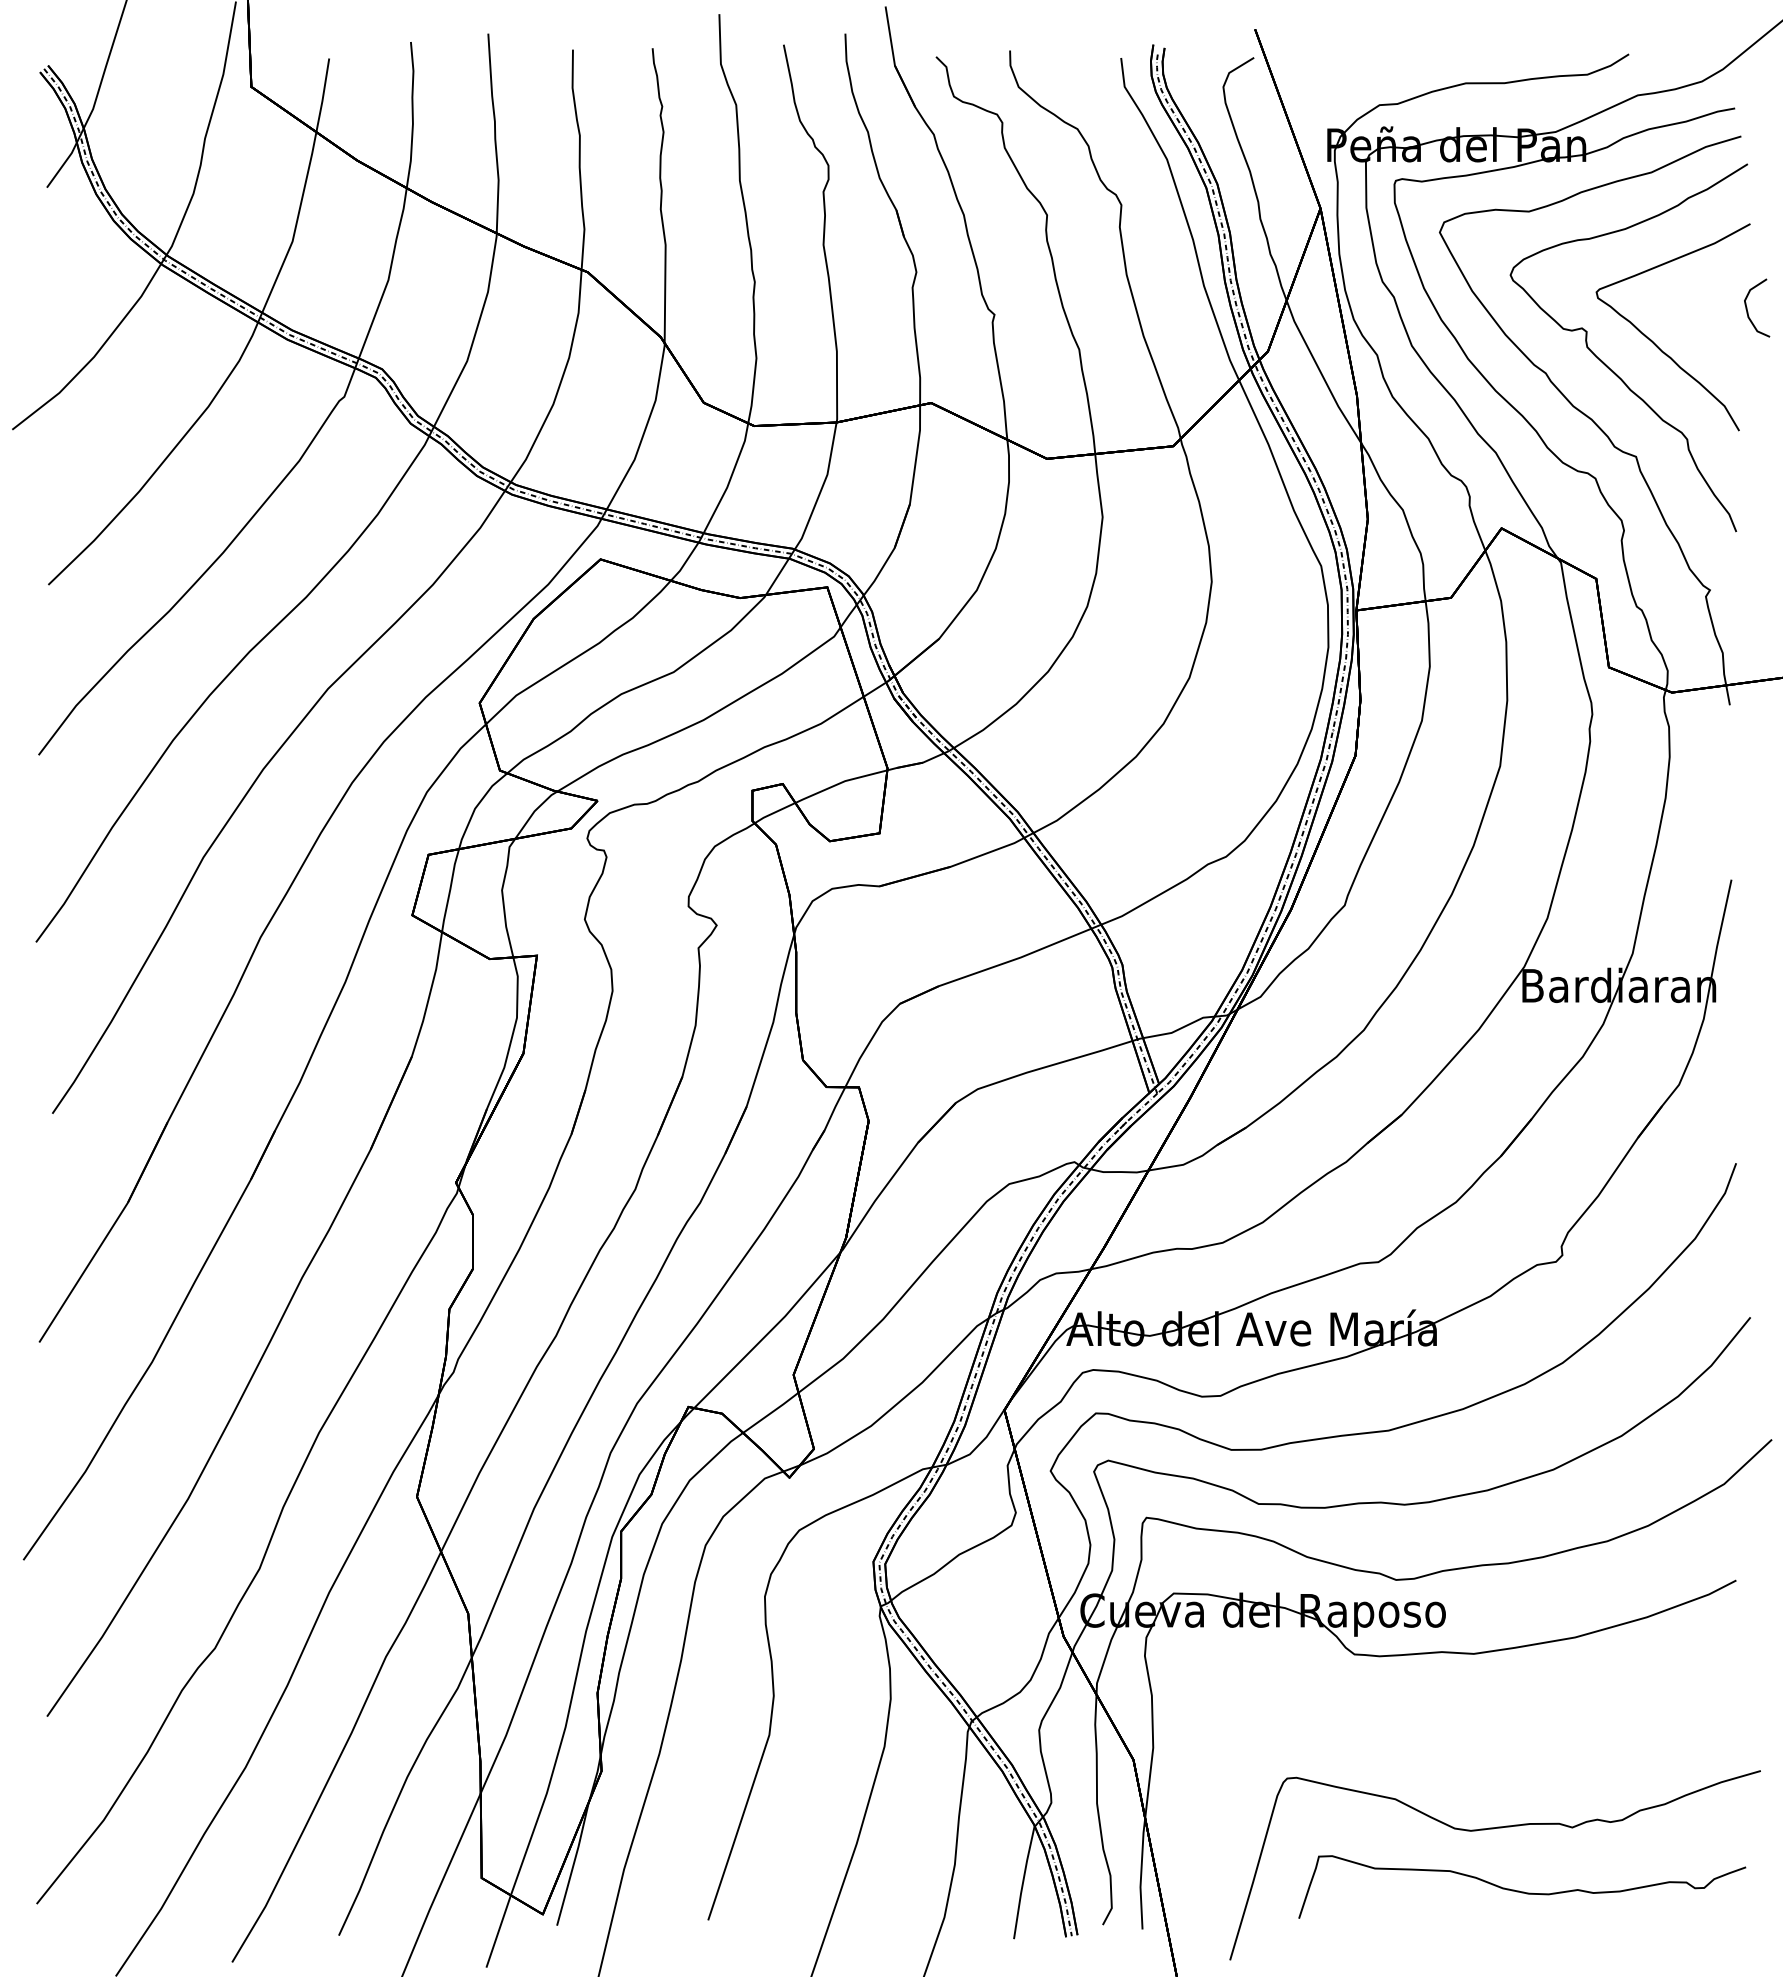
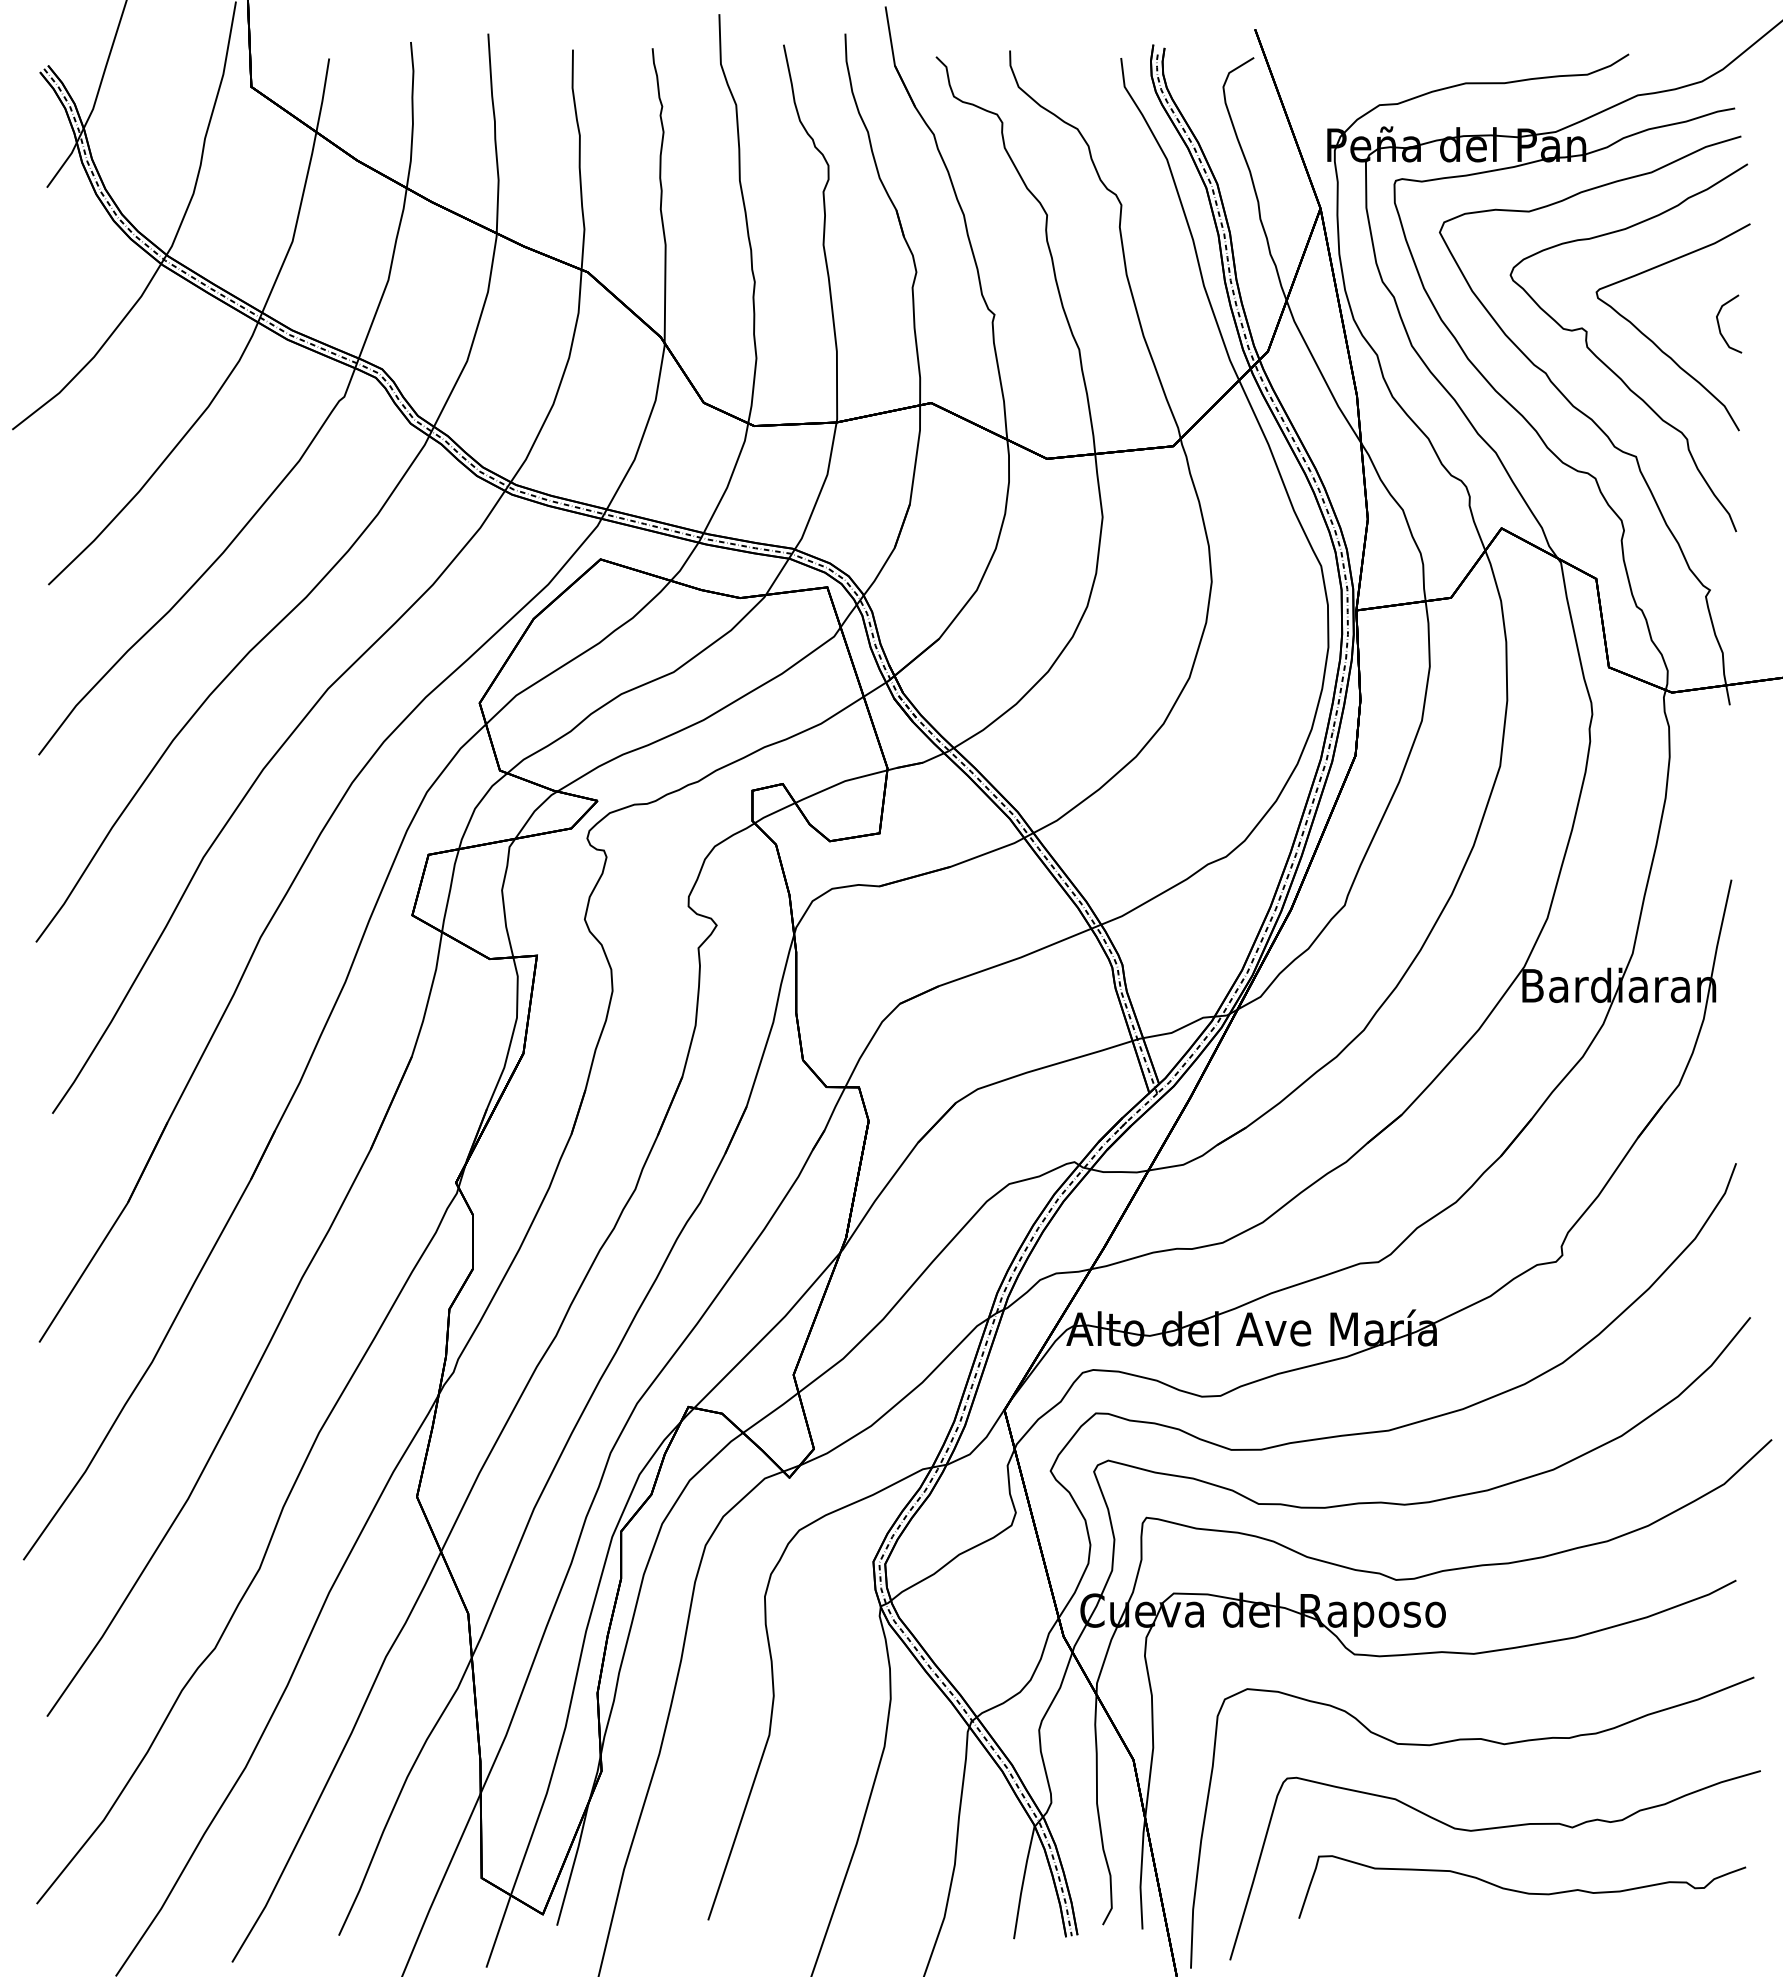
curve at (1748, 311) position: (1748, 311) -> (1720, 327)
curve at (1472, 1740): none -> present
